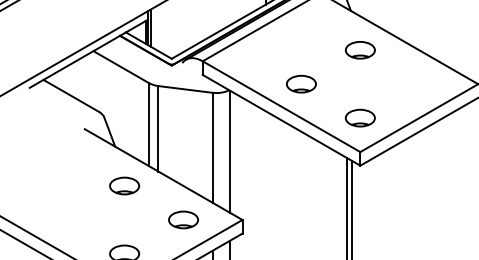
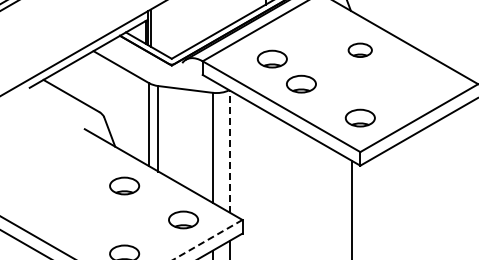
part at (359, 50) size: 32x19 px -> 26x16 px
part at (271, 58): none -> present
line at (229, 151): solid -> dashed
line at (346, 206): present -> none
line at (208, 239): solid -> dashed
